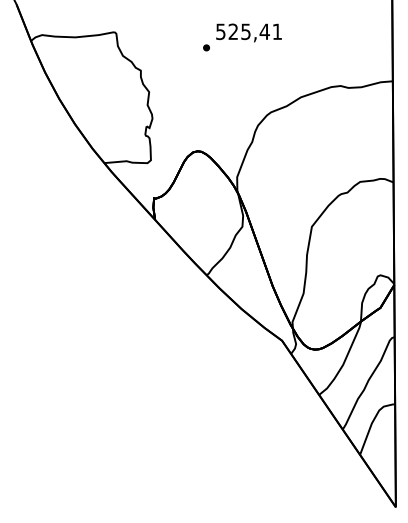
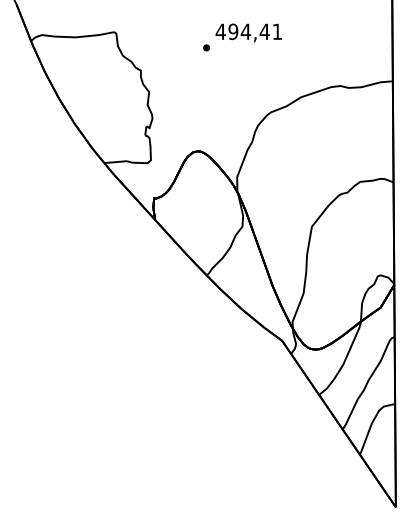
text at (233, 31): 525,41 -> 494,41
